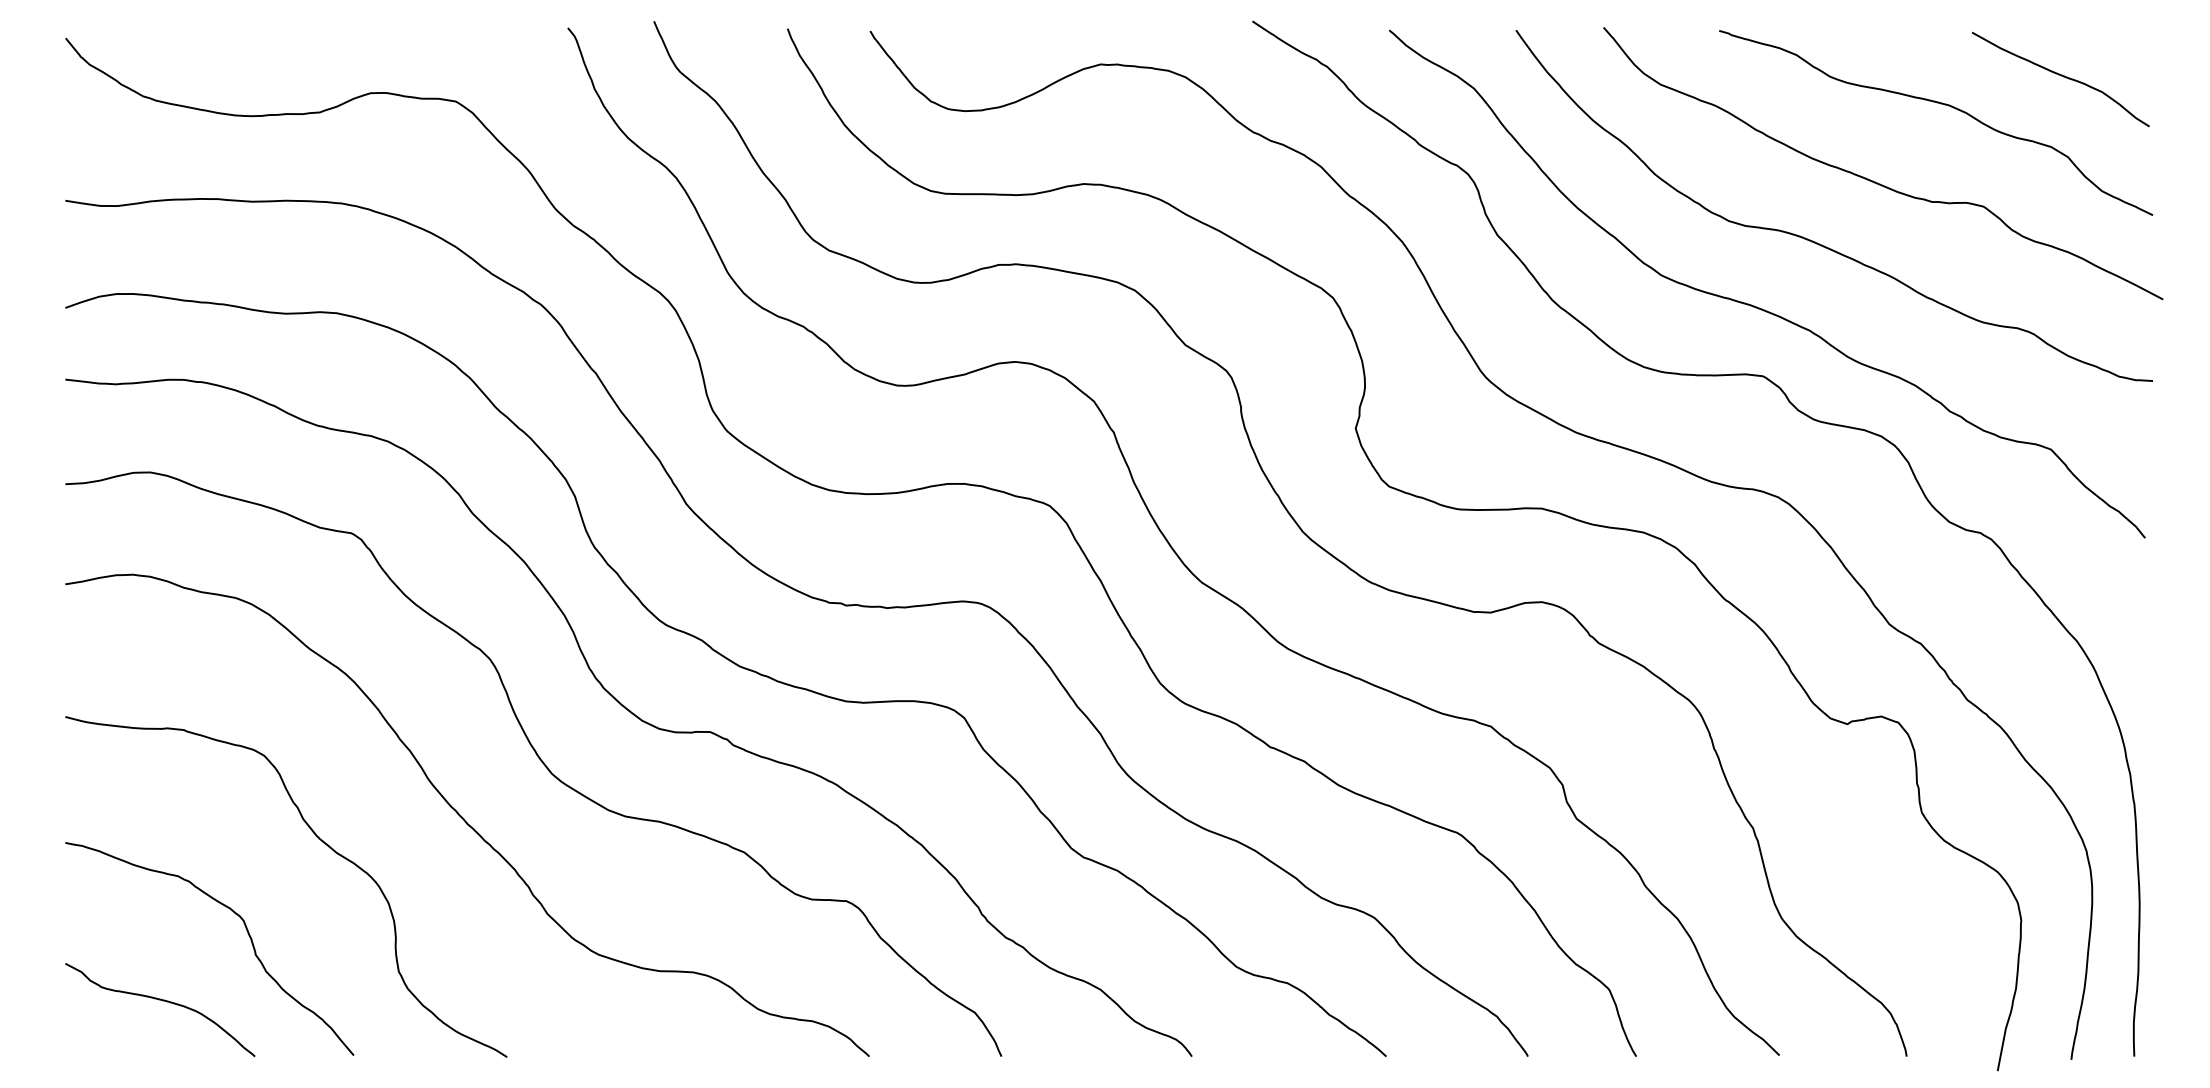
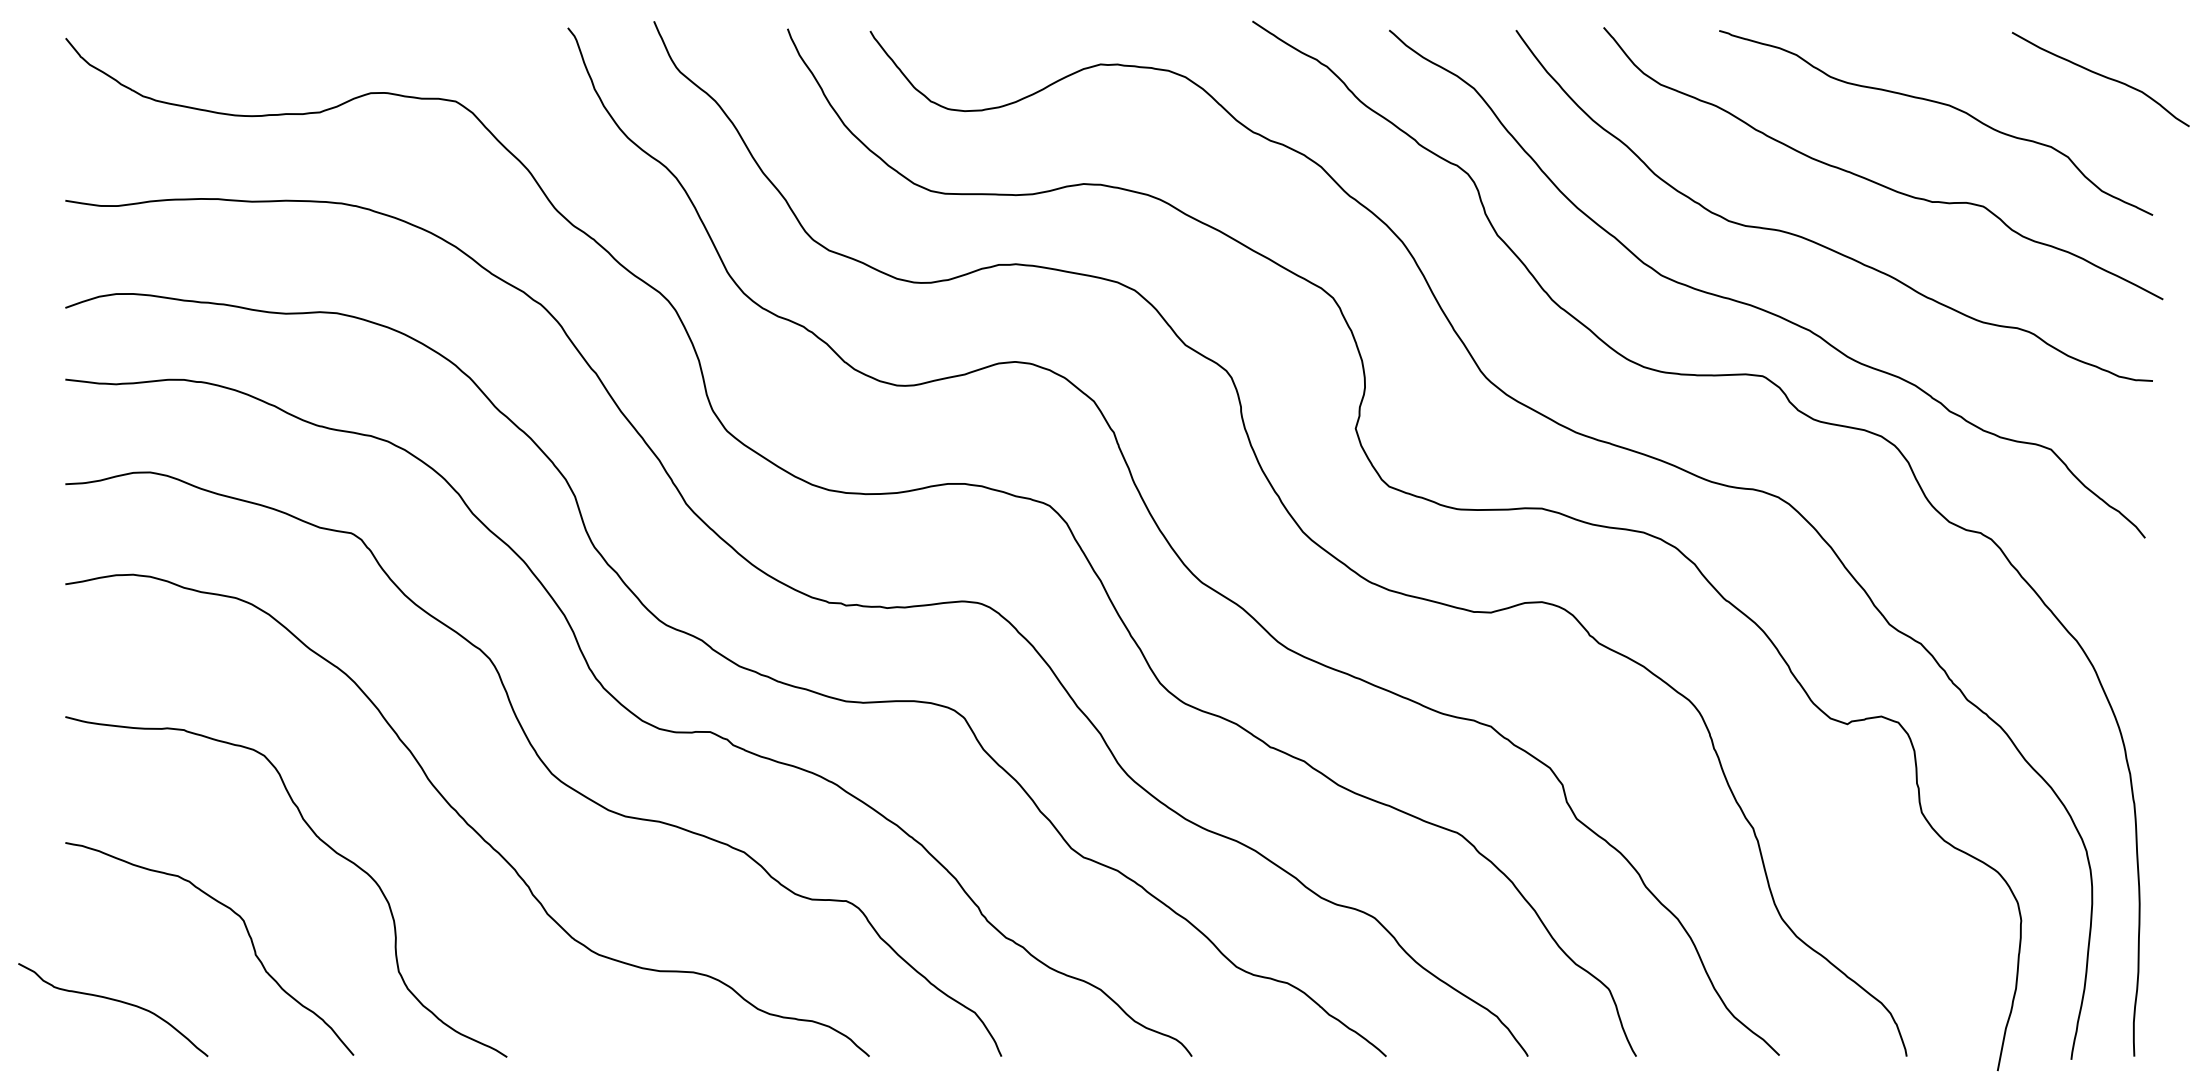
curve at (2061, 76) position: (2061, 76) -> (2101, 76)
curve at (162, 1001) position: (162, 1001) -> (115, 1001)
